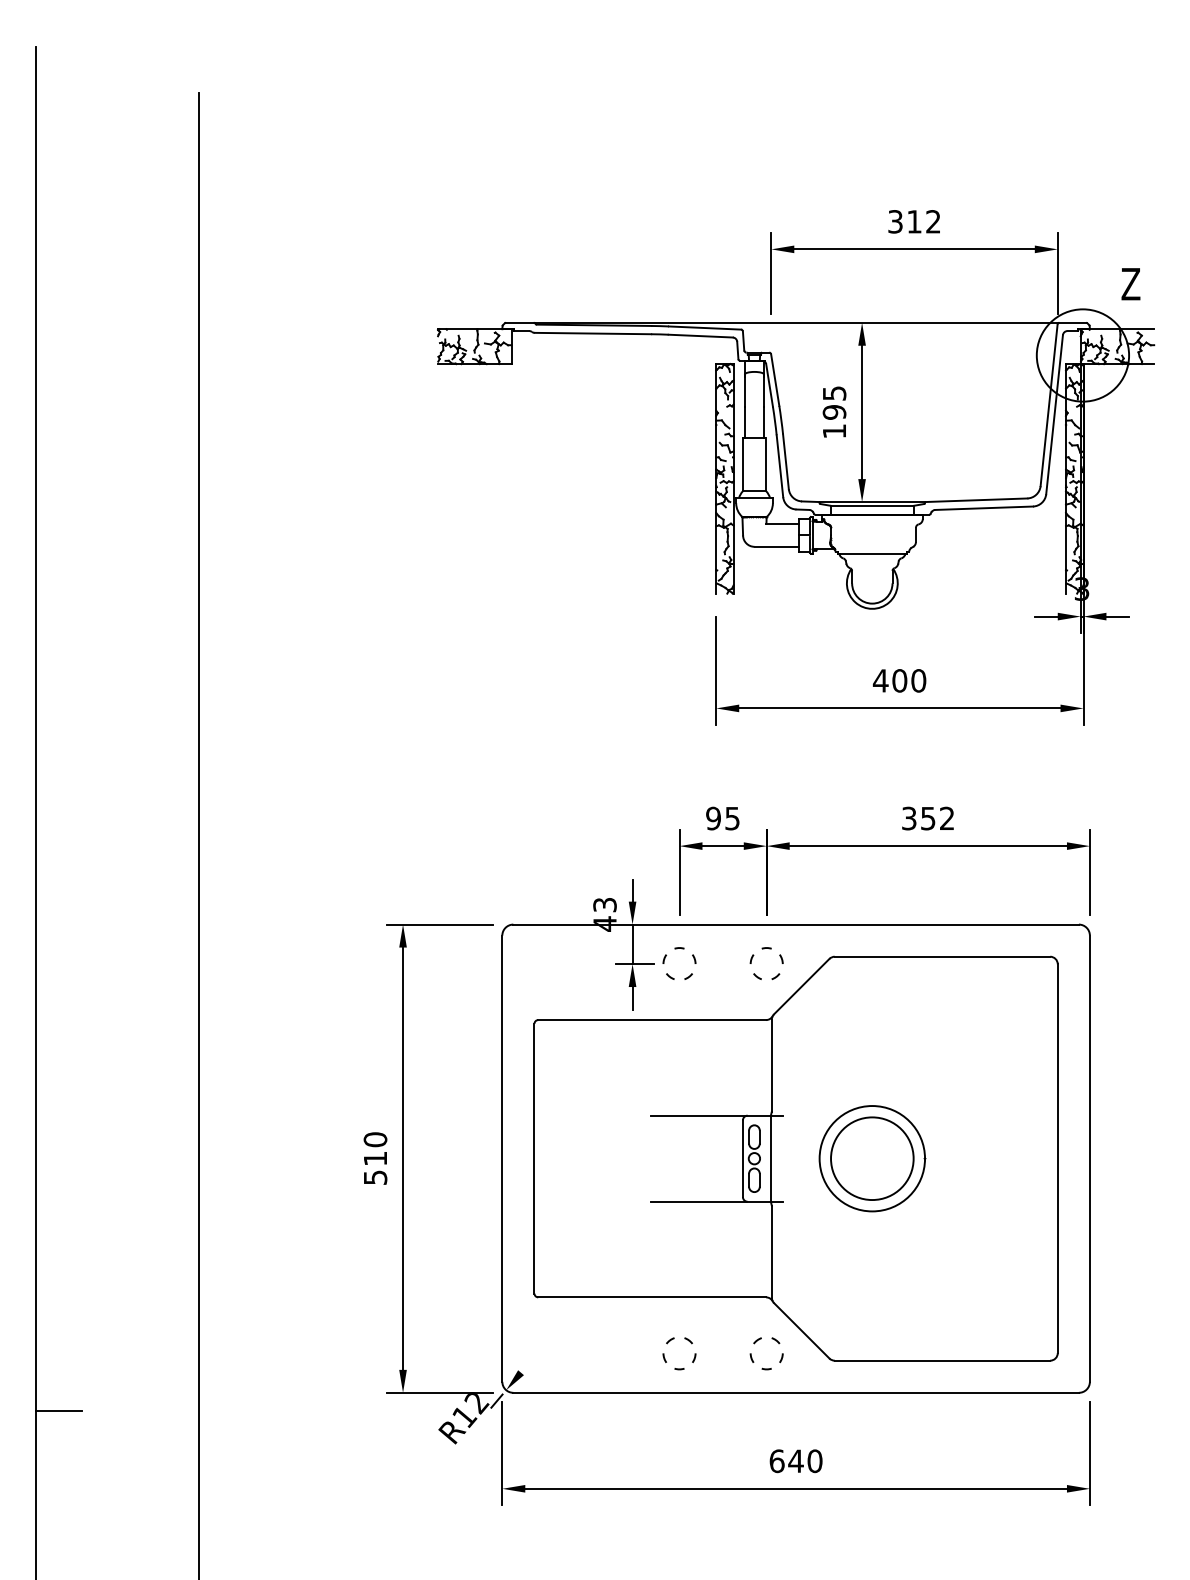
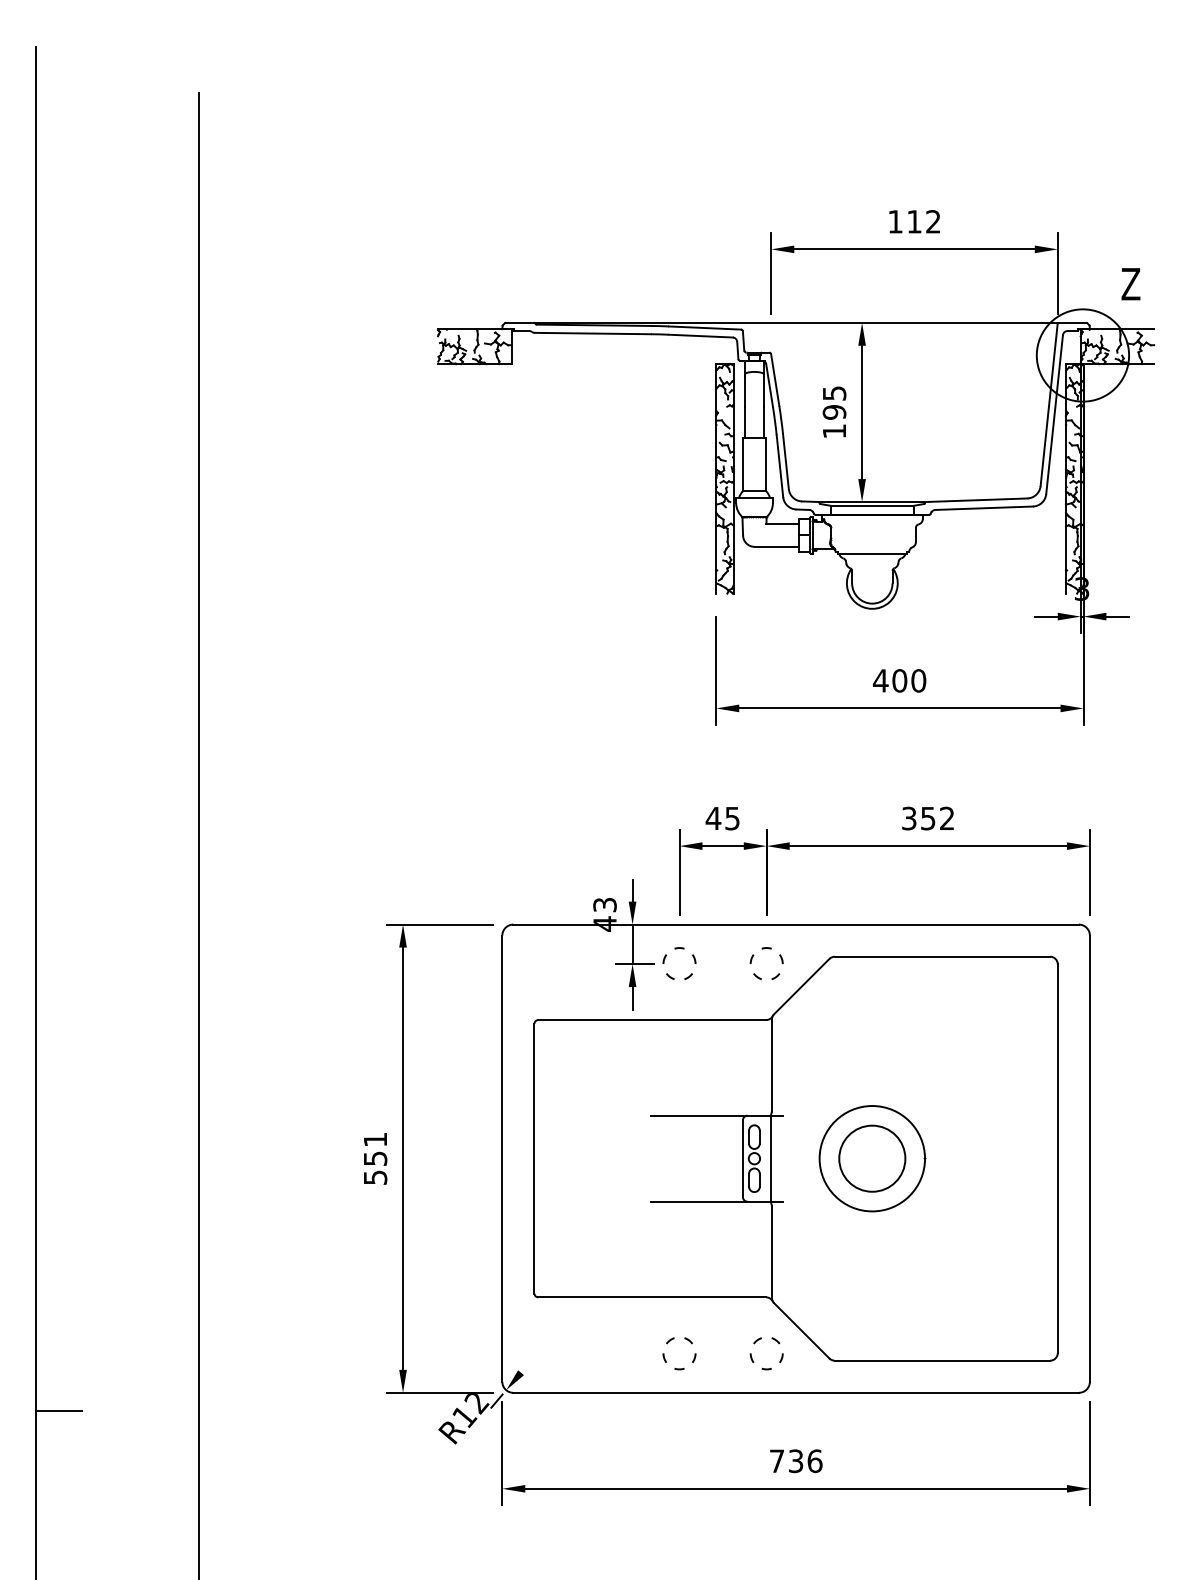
text at (895, 221): 312 -> 112
text at (713, 818): 95 -> 45
text at (375, 1148): 510 -> 551
circle at (872, 1158) diameter: 83 px -> 66 px
text at (795, 1461): 640 -> 736
